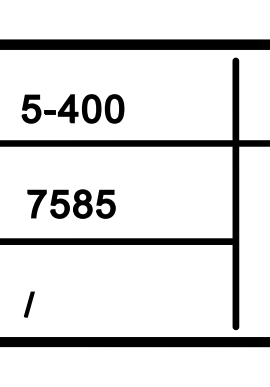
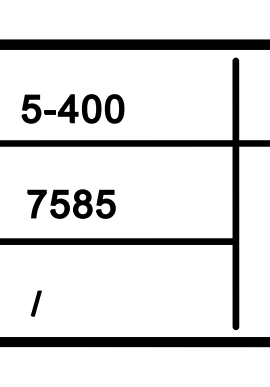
part at (29, 304) position: (29, 304) -> (36, 303)
